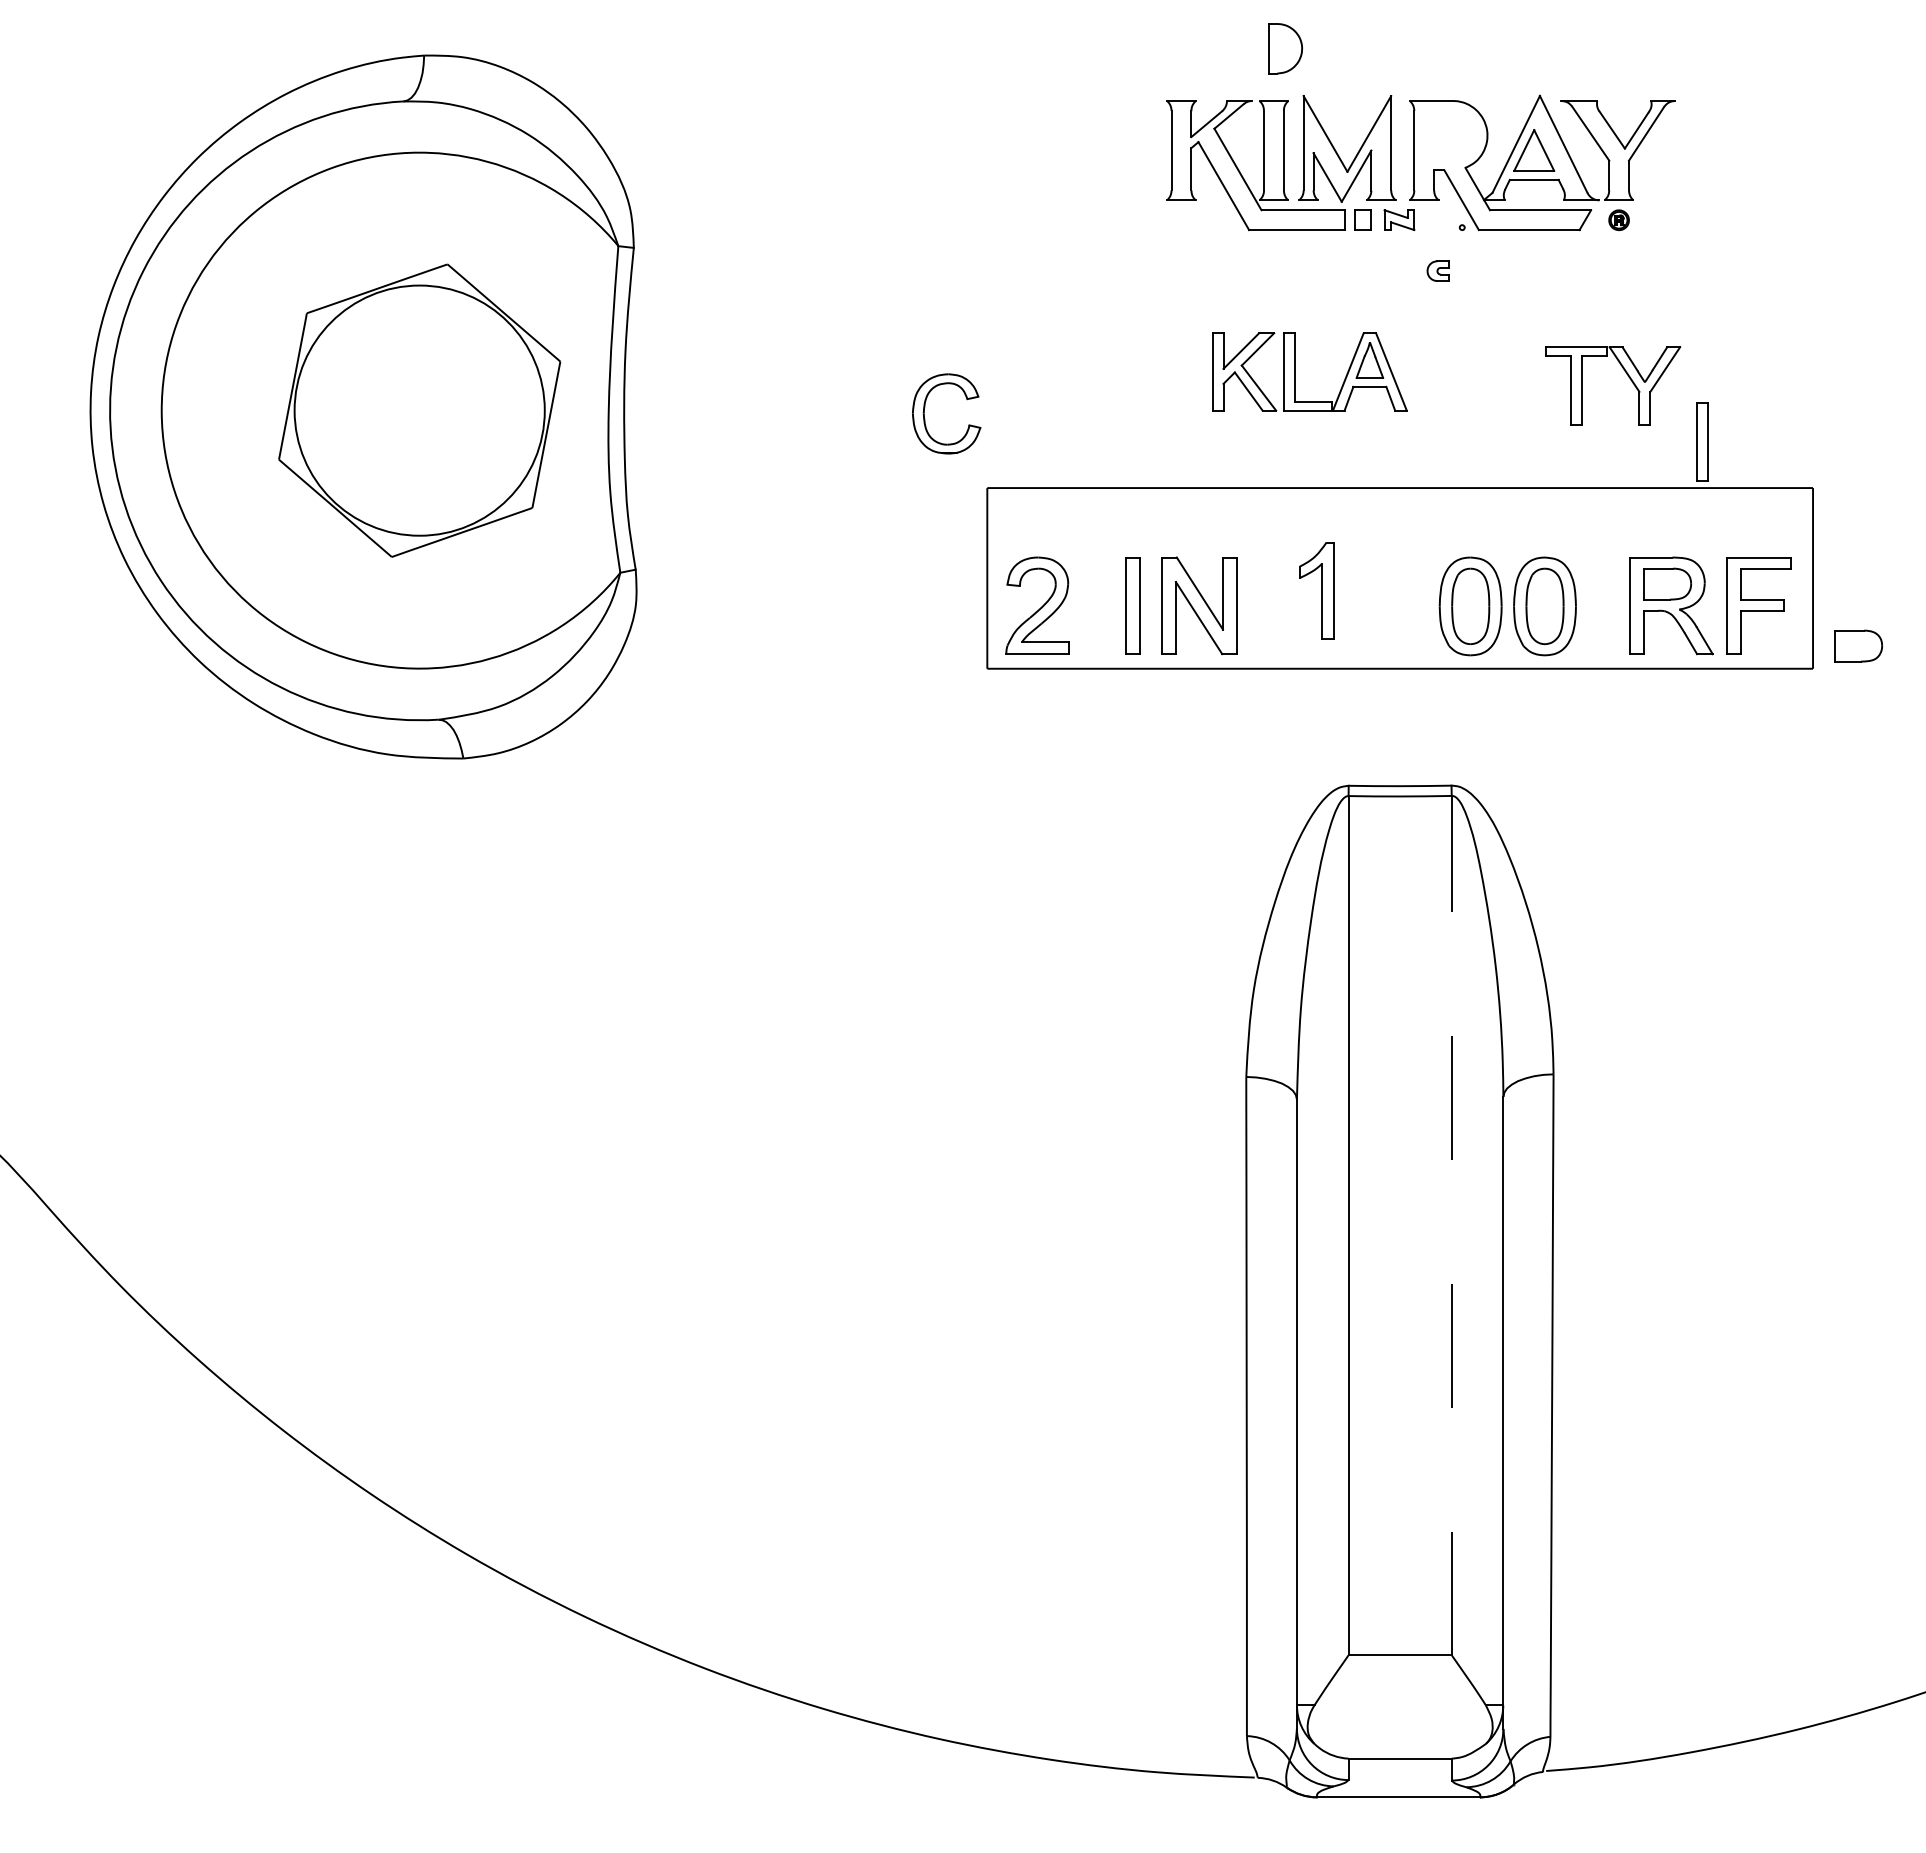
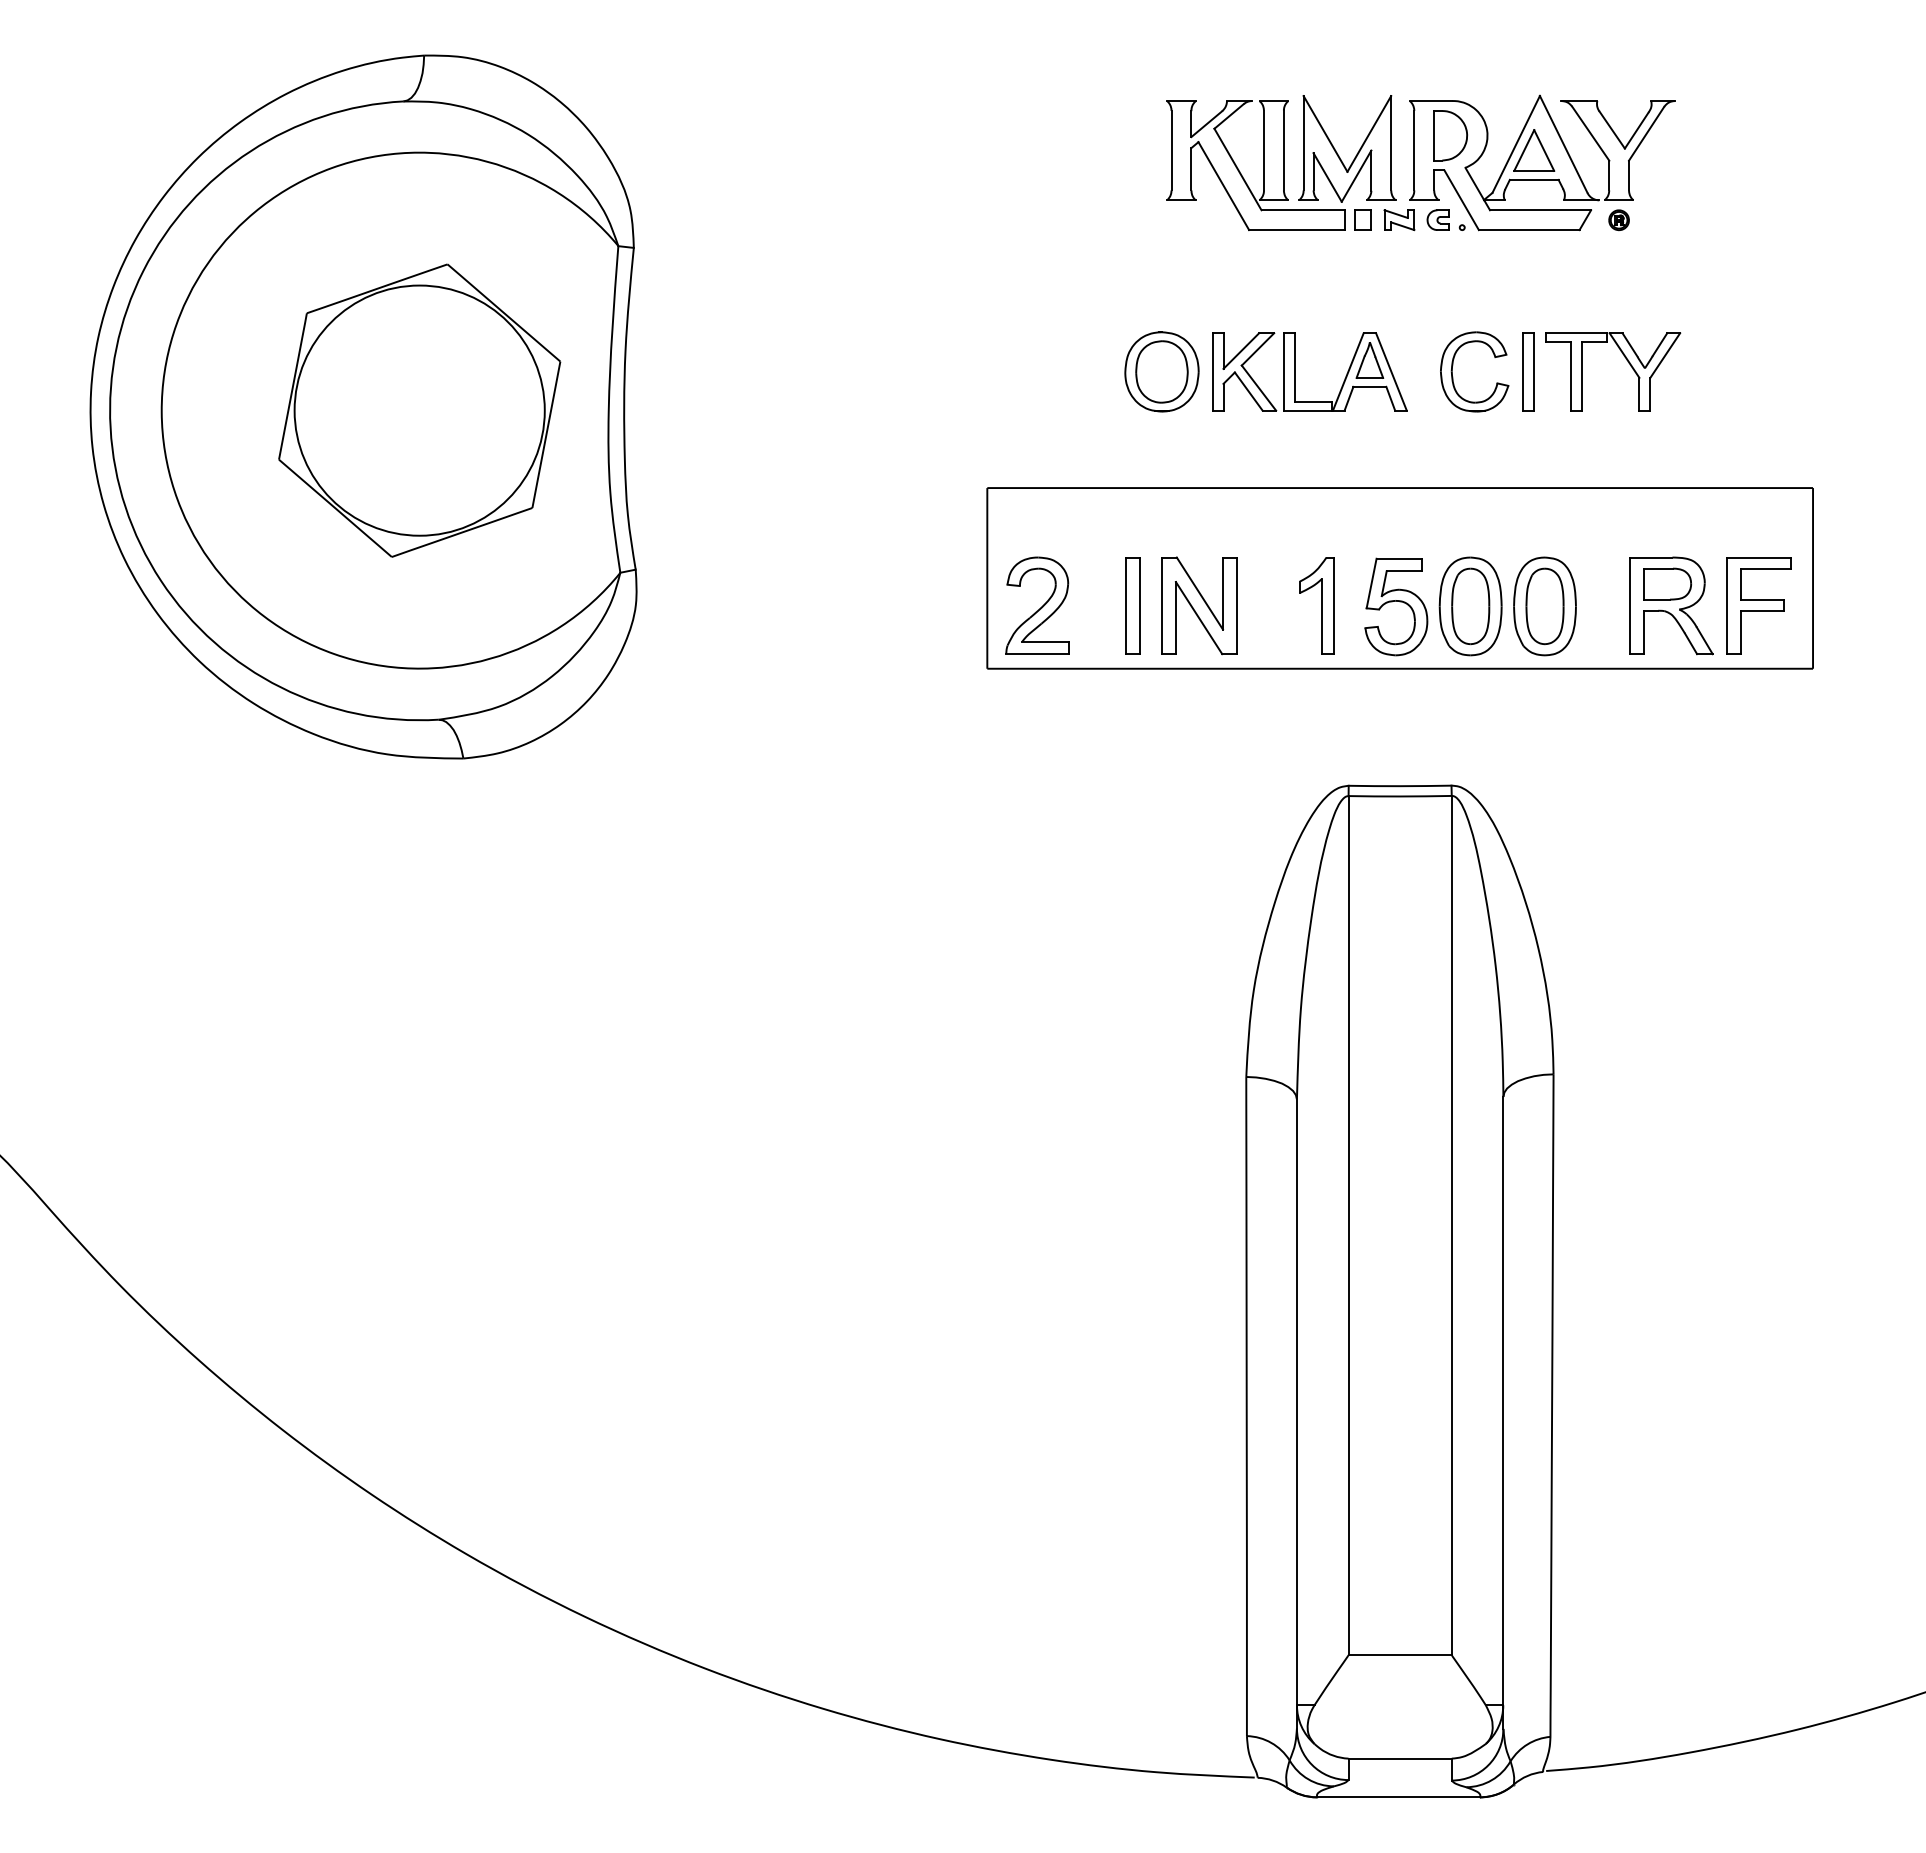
part at (1285, 48) position: (1285, 48) -> (1450, 135)
part at (1437, 270) position: (1437, 270) -> (1437, 219)
part at (1161, 371): none -> present
part at (1628, 377) position: (1628, 377) -> (1628, 363)
part at (925, 418) position: (925, 418) -> (1453, 376)
part at (1702, 441) position: (1702, 441) -> (1528, 371)
part at (1316, 590) position: (1316, 590) -> (1316, 605)
part at (1396, 606): none -> present
part at (1858, 645): present -> none
line at (1451, 1225): dashed -> solid
